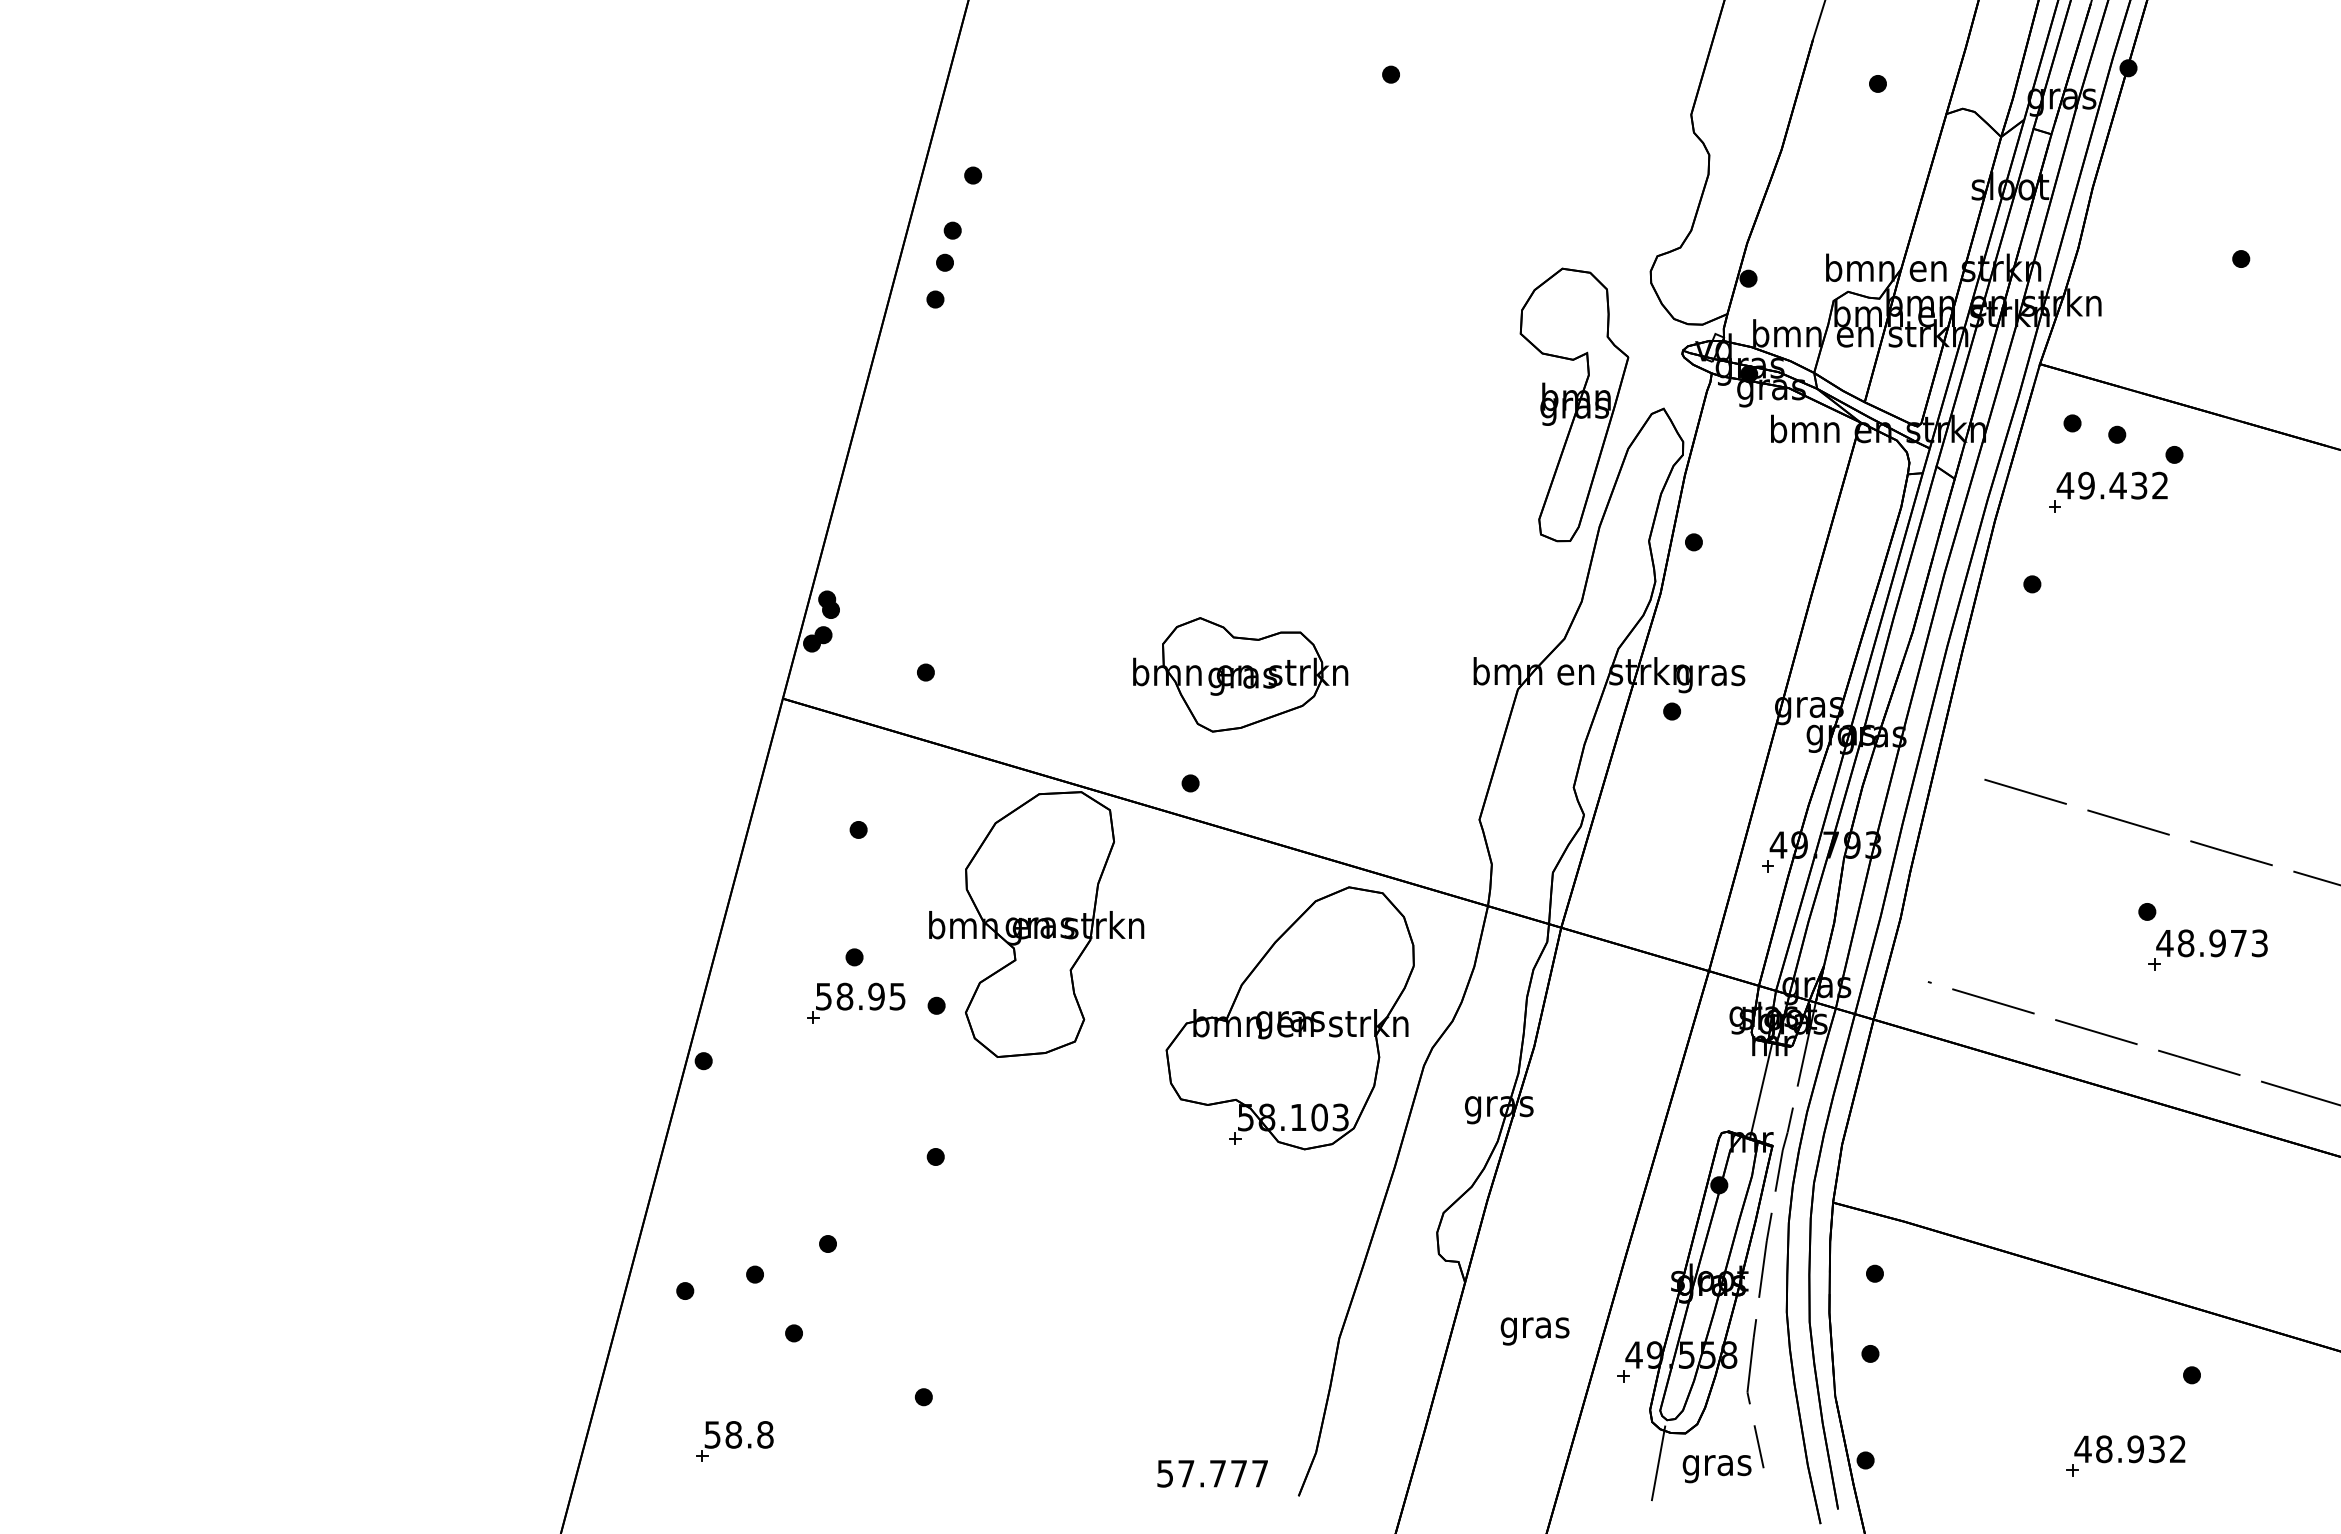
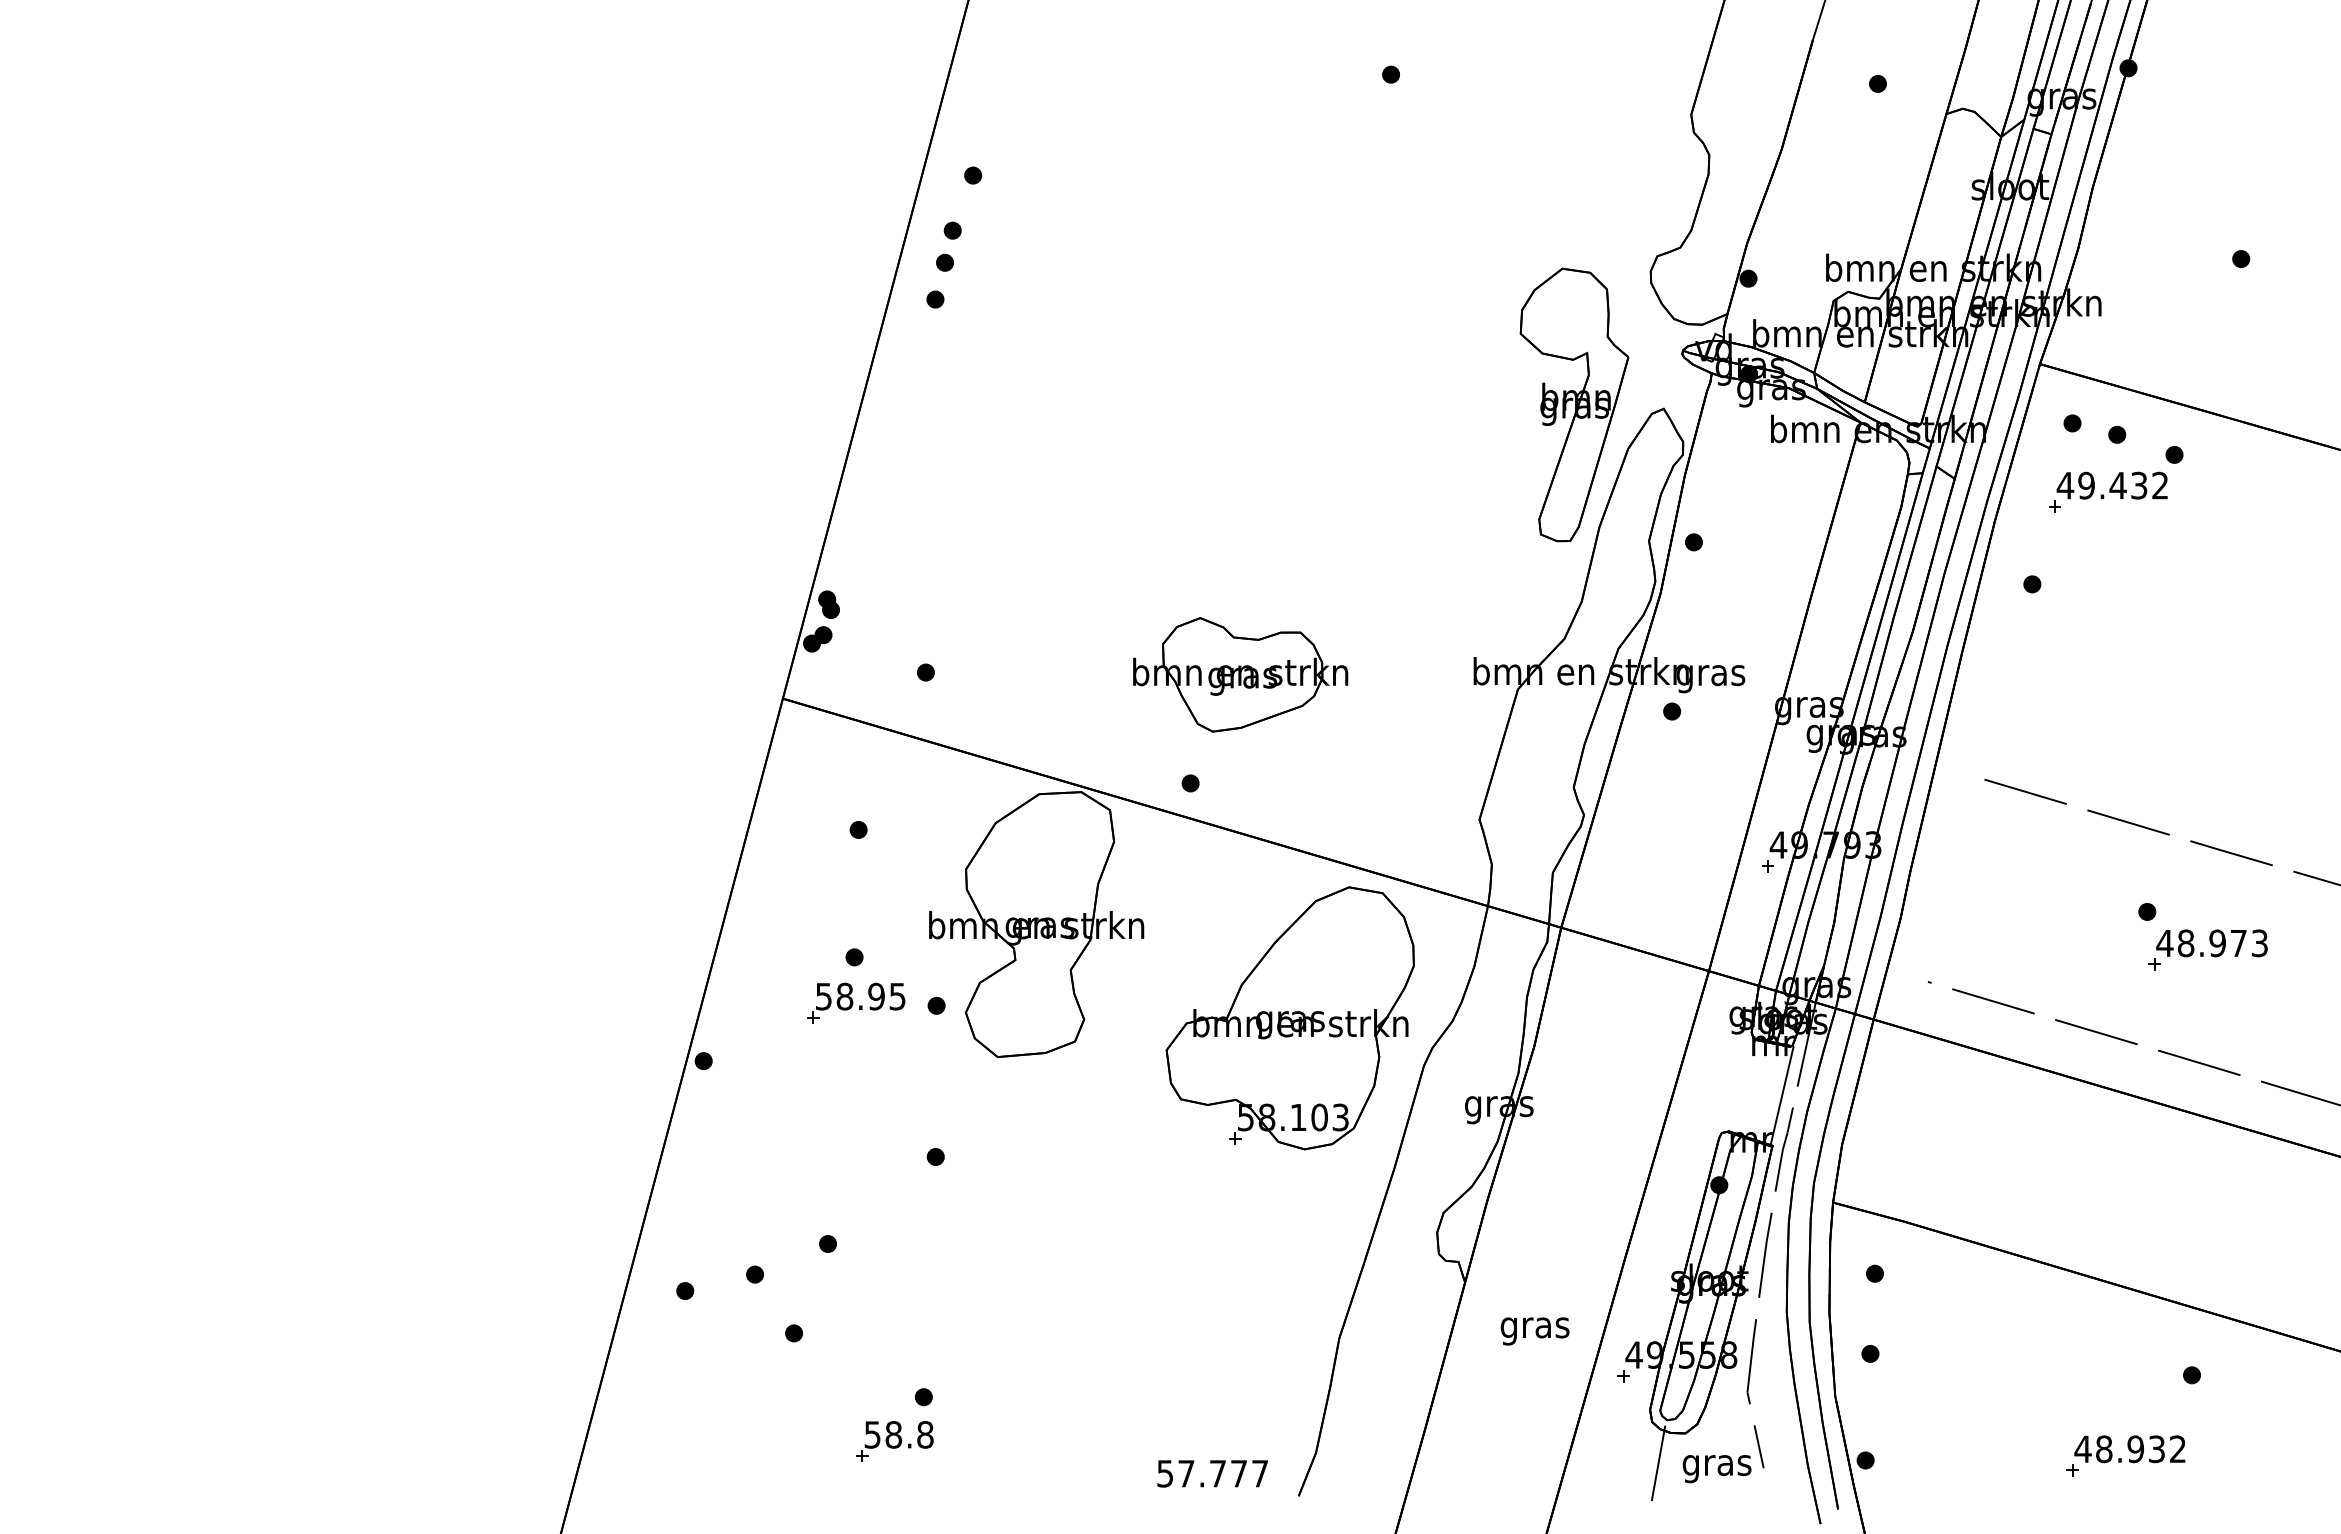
line at (1760, 1090) position: (1760, 1090) -> (1781, 1095)
part at (734, 1441) position: (734, 1441) -> (894, 1441)
